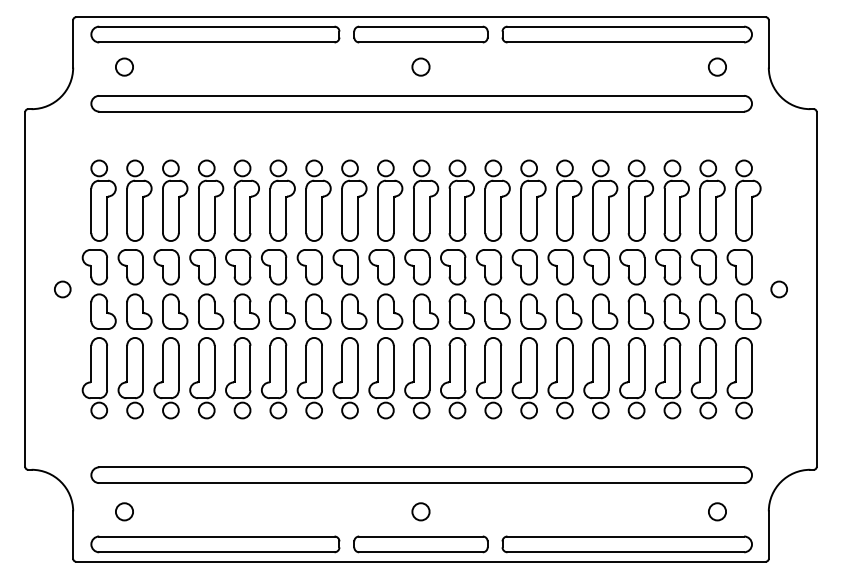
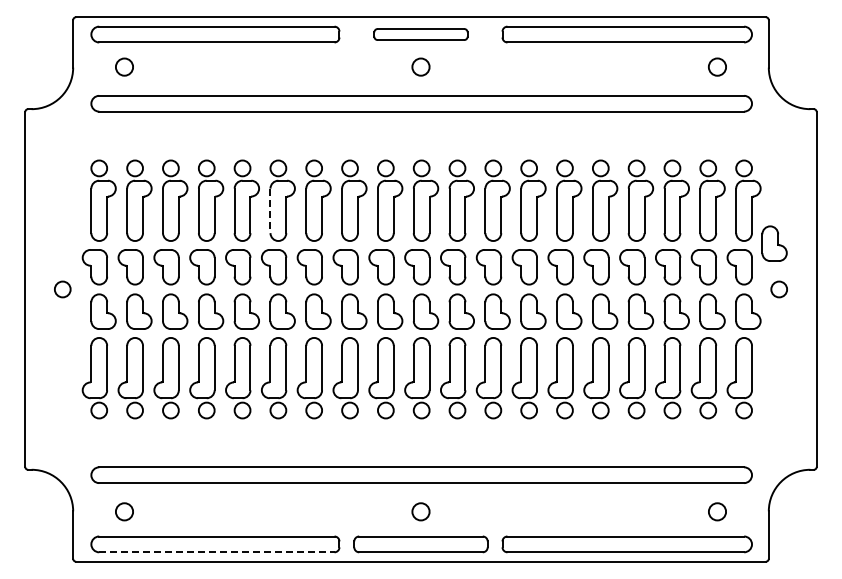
part at (420, 34) size: 136x19 px -> 96x13 px
line at (270, 211): solid -> dashed
part at (774, 243): none -> present
line at (216, 552): solid -> dashed
